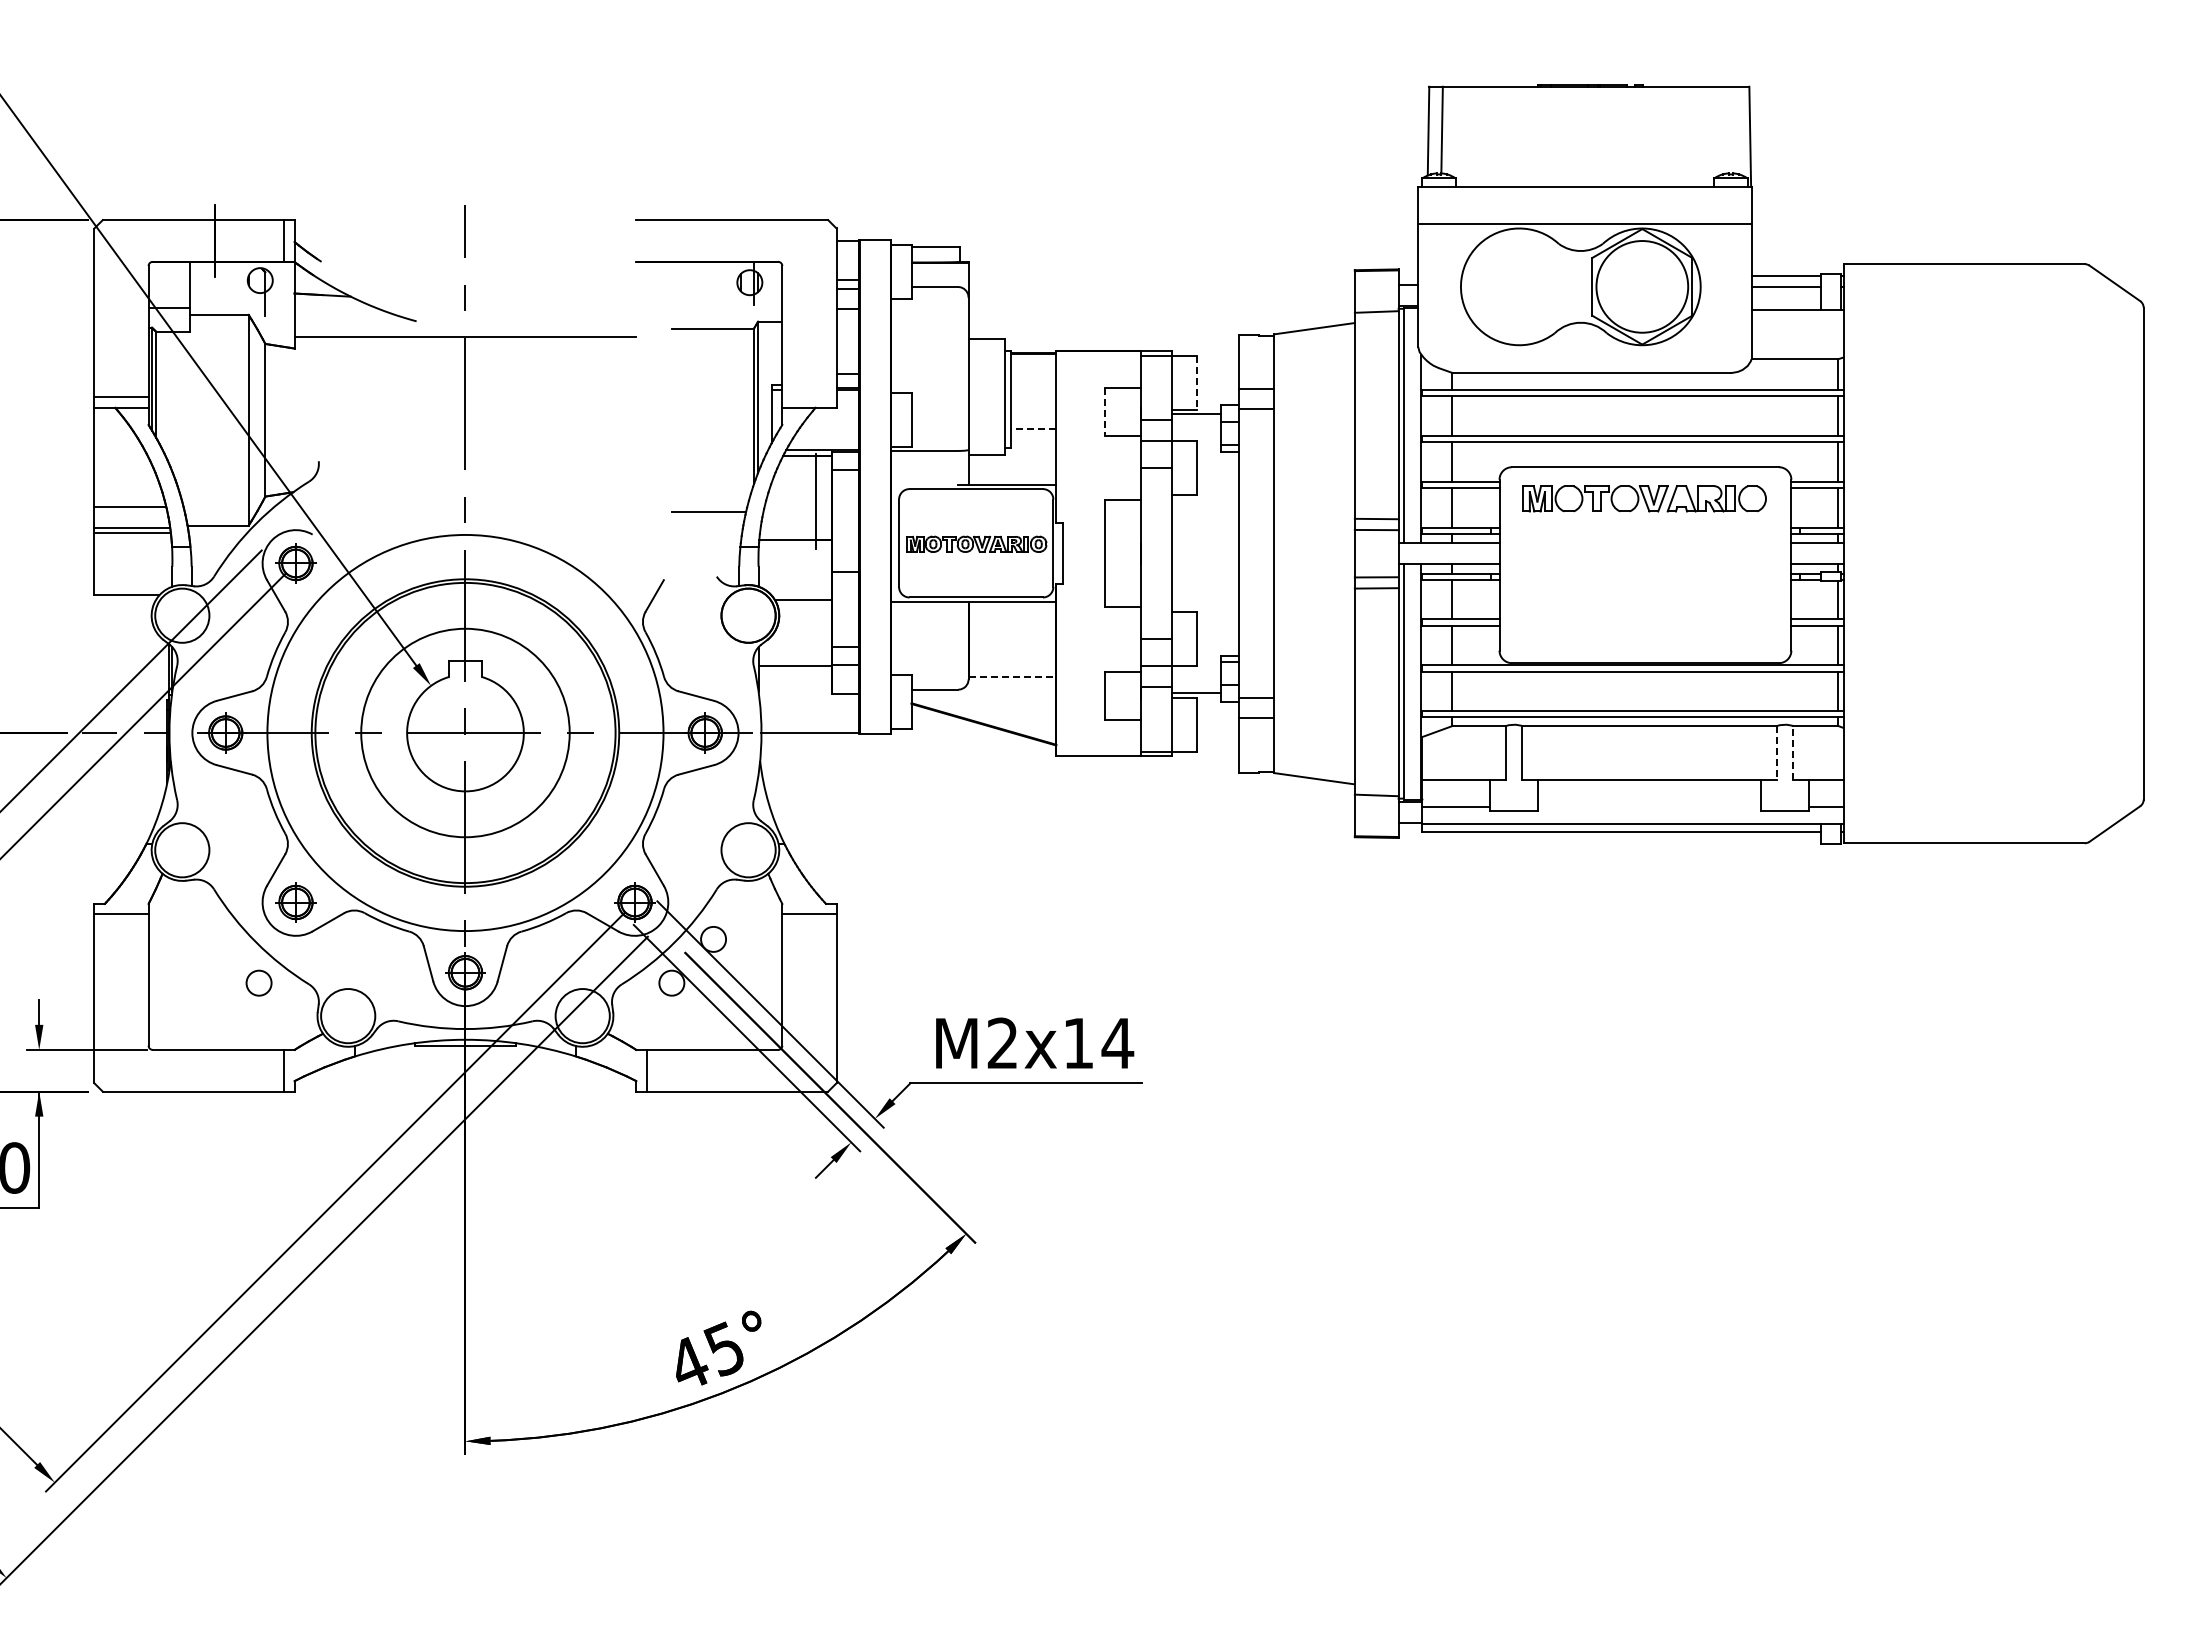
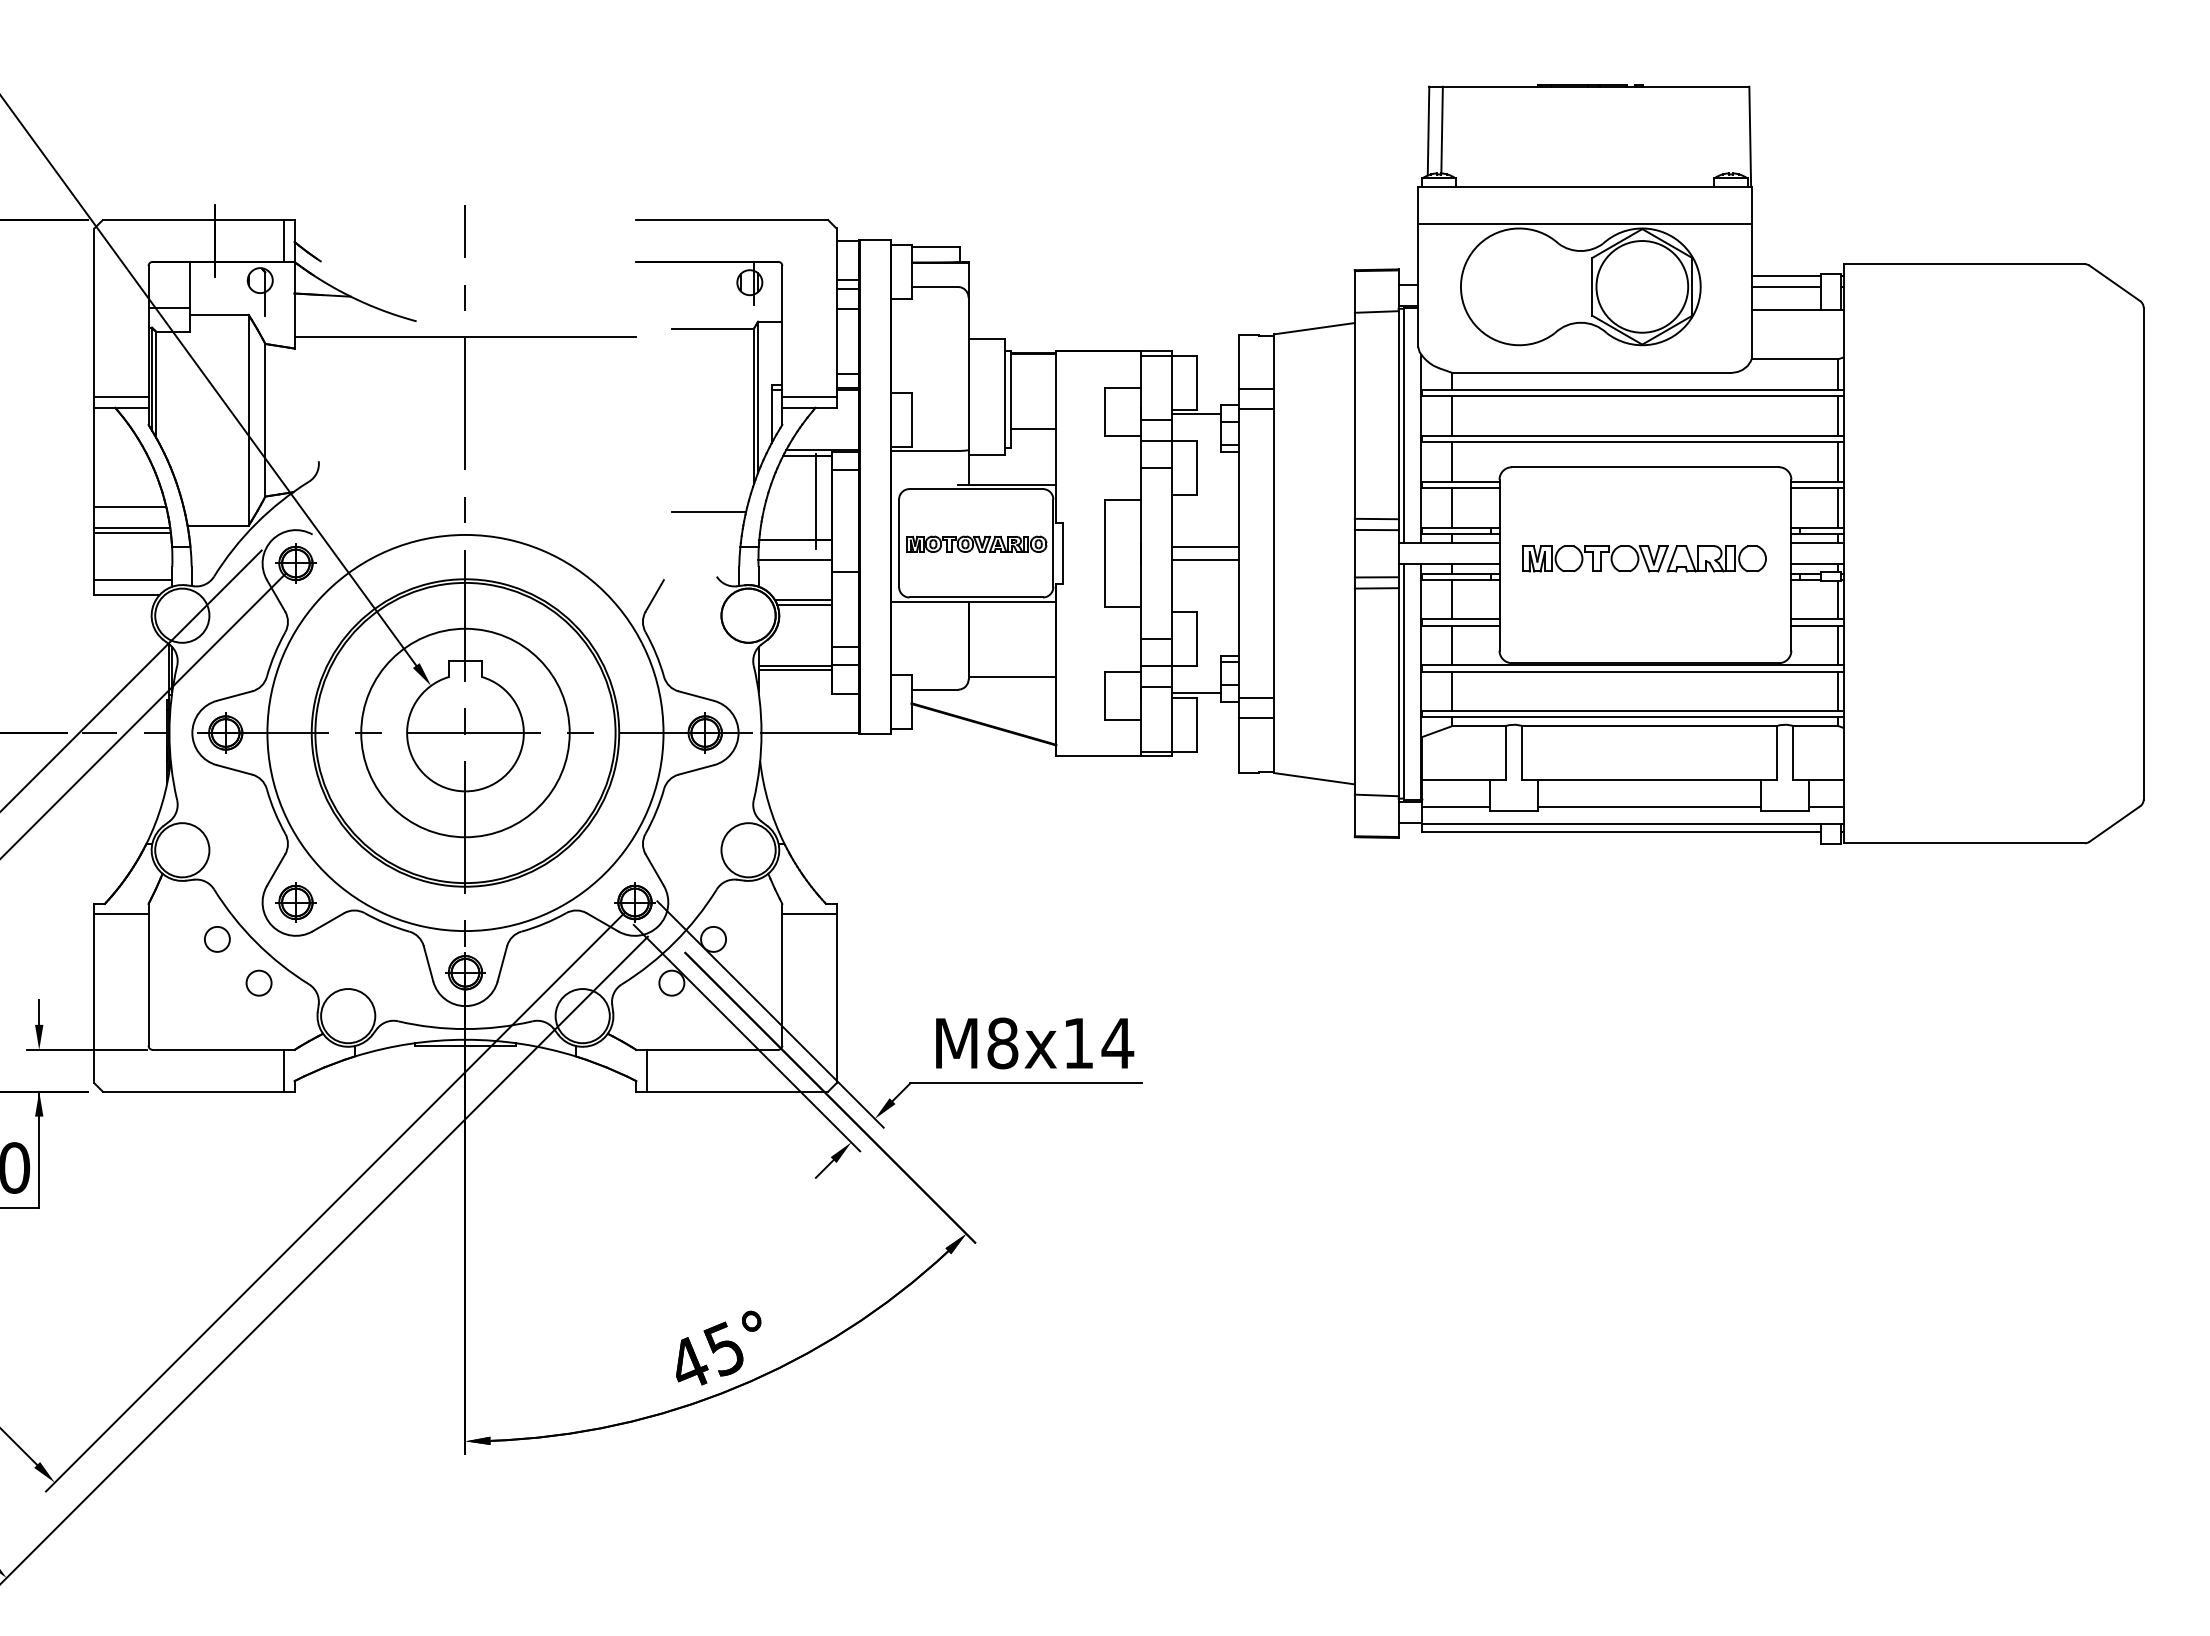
line at (1197, 383): dashed -> solid
line at (809, 397): none -> present
line at (1105, 412): dashed -> solid
line at (1033, 428): dashed -> solid
part at (1644, 498) position: (1644, 498) -> (1644, 558)
line at (1205, 547): none -> present
line at (1205, 559): none -> present
line at (795, 560): none -> present
line at (133, 579): none -> present
line at (804, 604): none -> present
line at (795, 670): none -> present
line at (1012, 677): dashed -> solid
line at (1793, 752): dashed -> solid
line at (1776, 753): dashed -> solid
line at (1649, 807): none -> present
circle at (217, 939): none -> present
text at (1002, 1043): M2x14 -> M8x14
